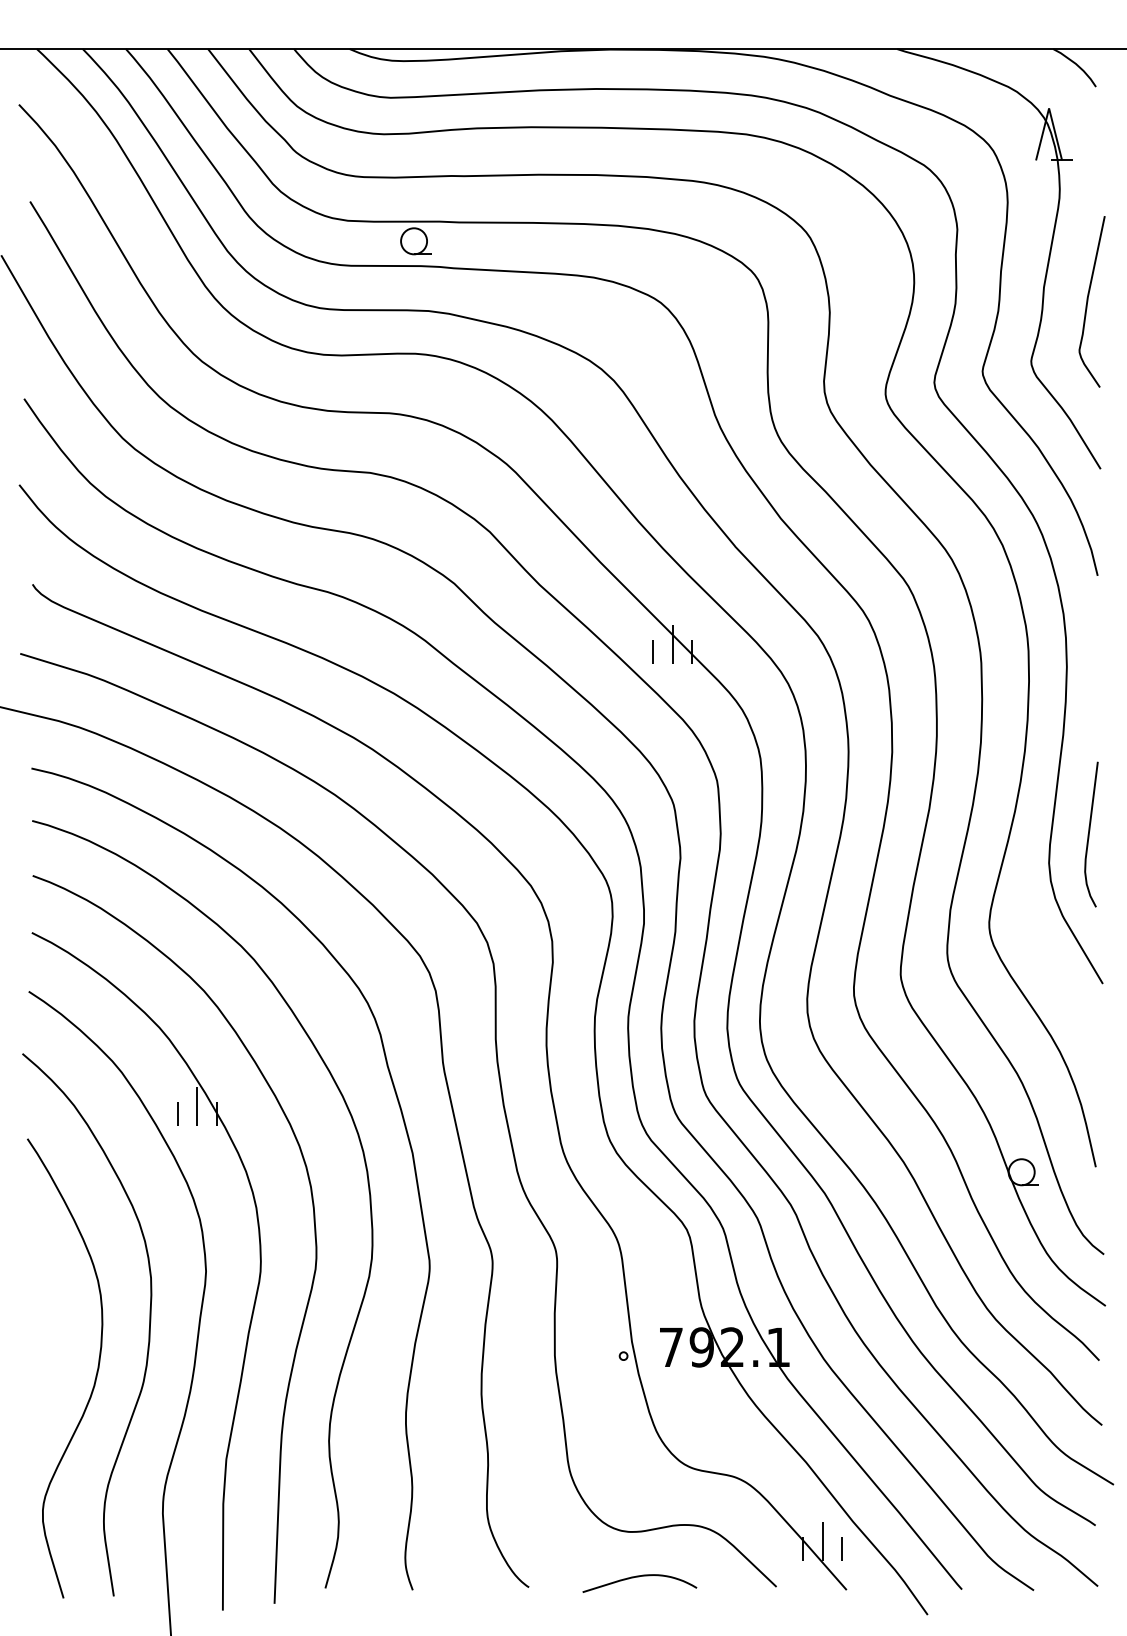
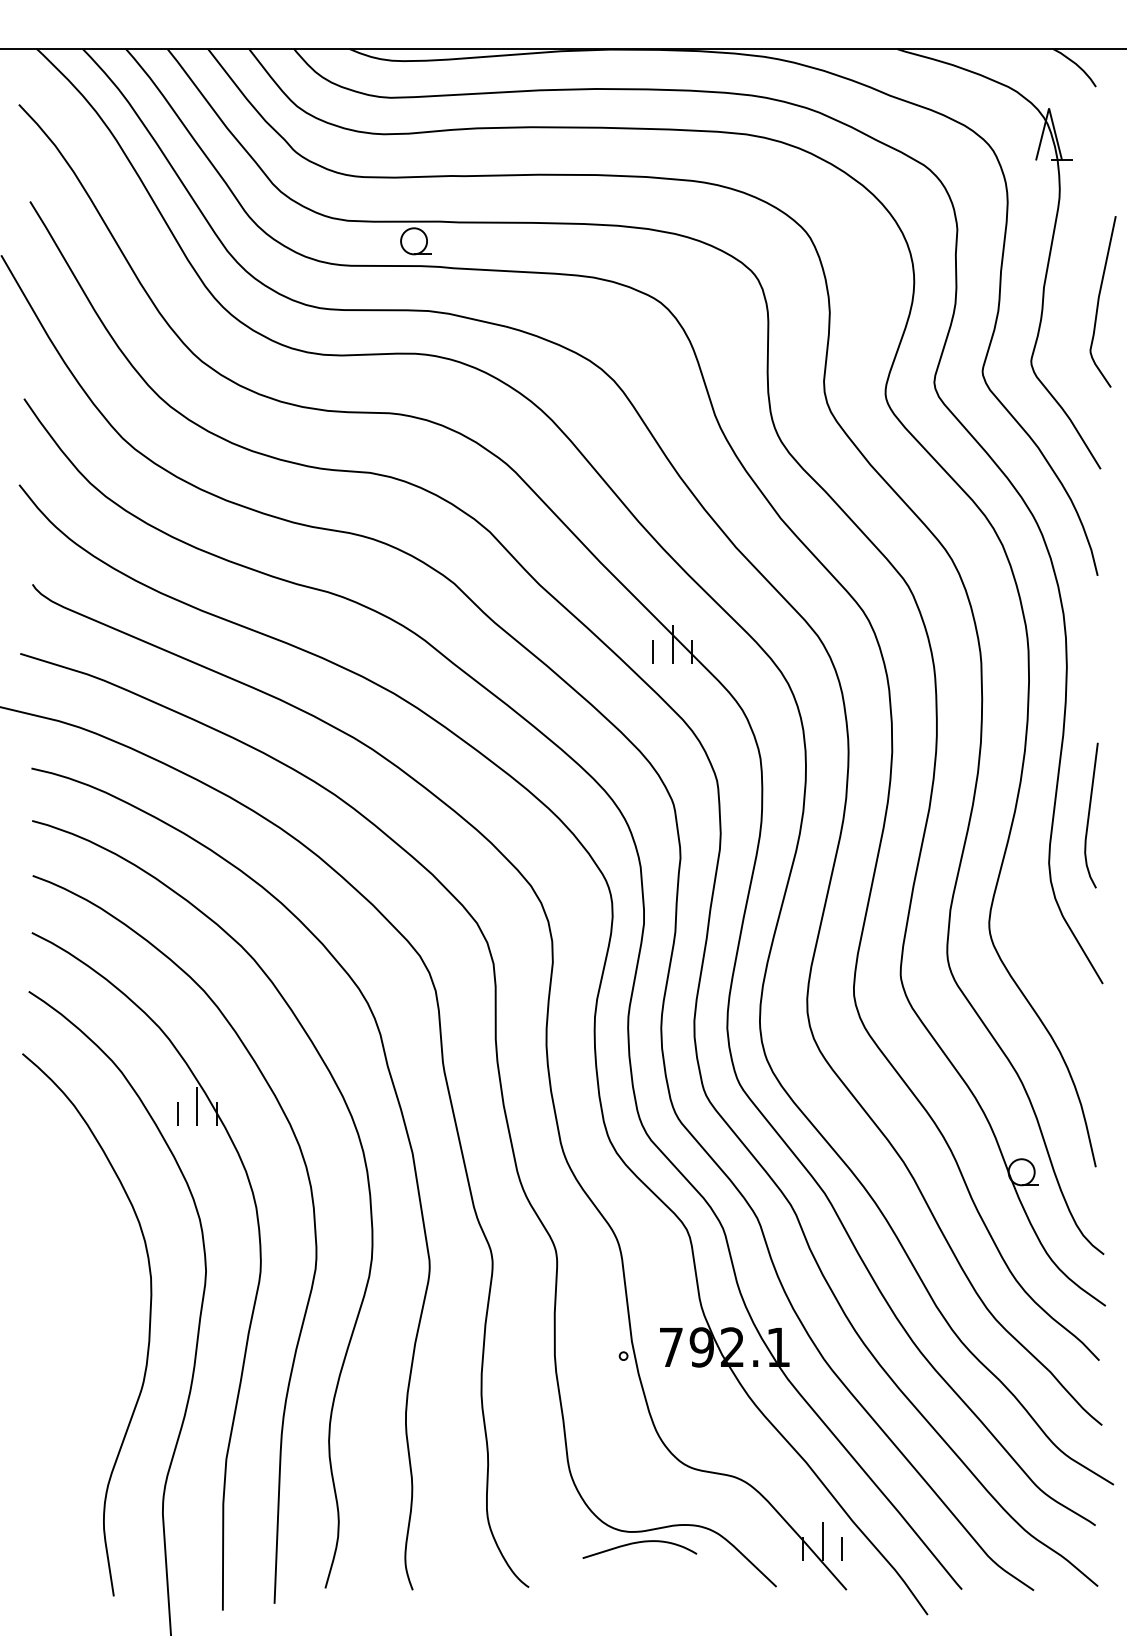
curve at (1088, 301) position: (1088, 301) -> (1099, 301)
curve at (1089, 834) position: (1089, 834) -> (1089, 815)
curve at (95, 1375): present -> none
curve at (639, 1577) position: (639, 1577) -> (639, 1543)
